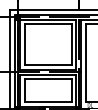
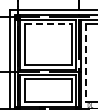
line at (48, 24): solid -> dashed
line at (85, 63): solid -> dashed
